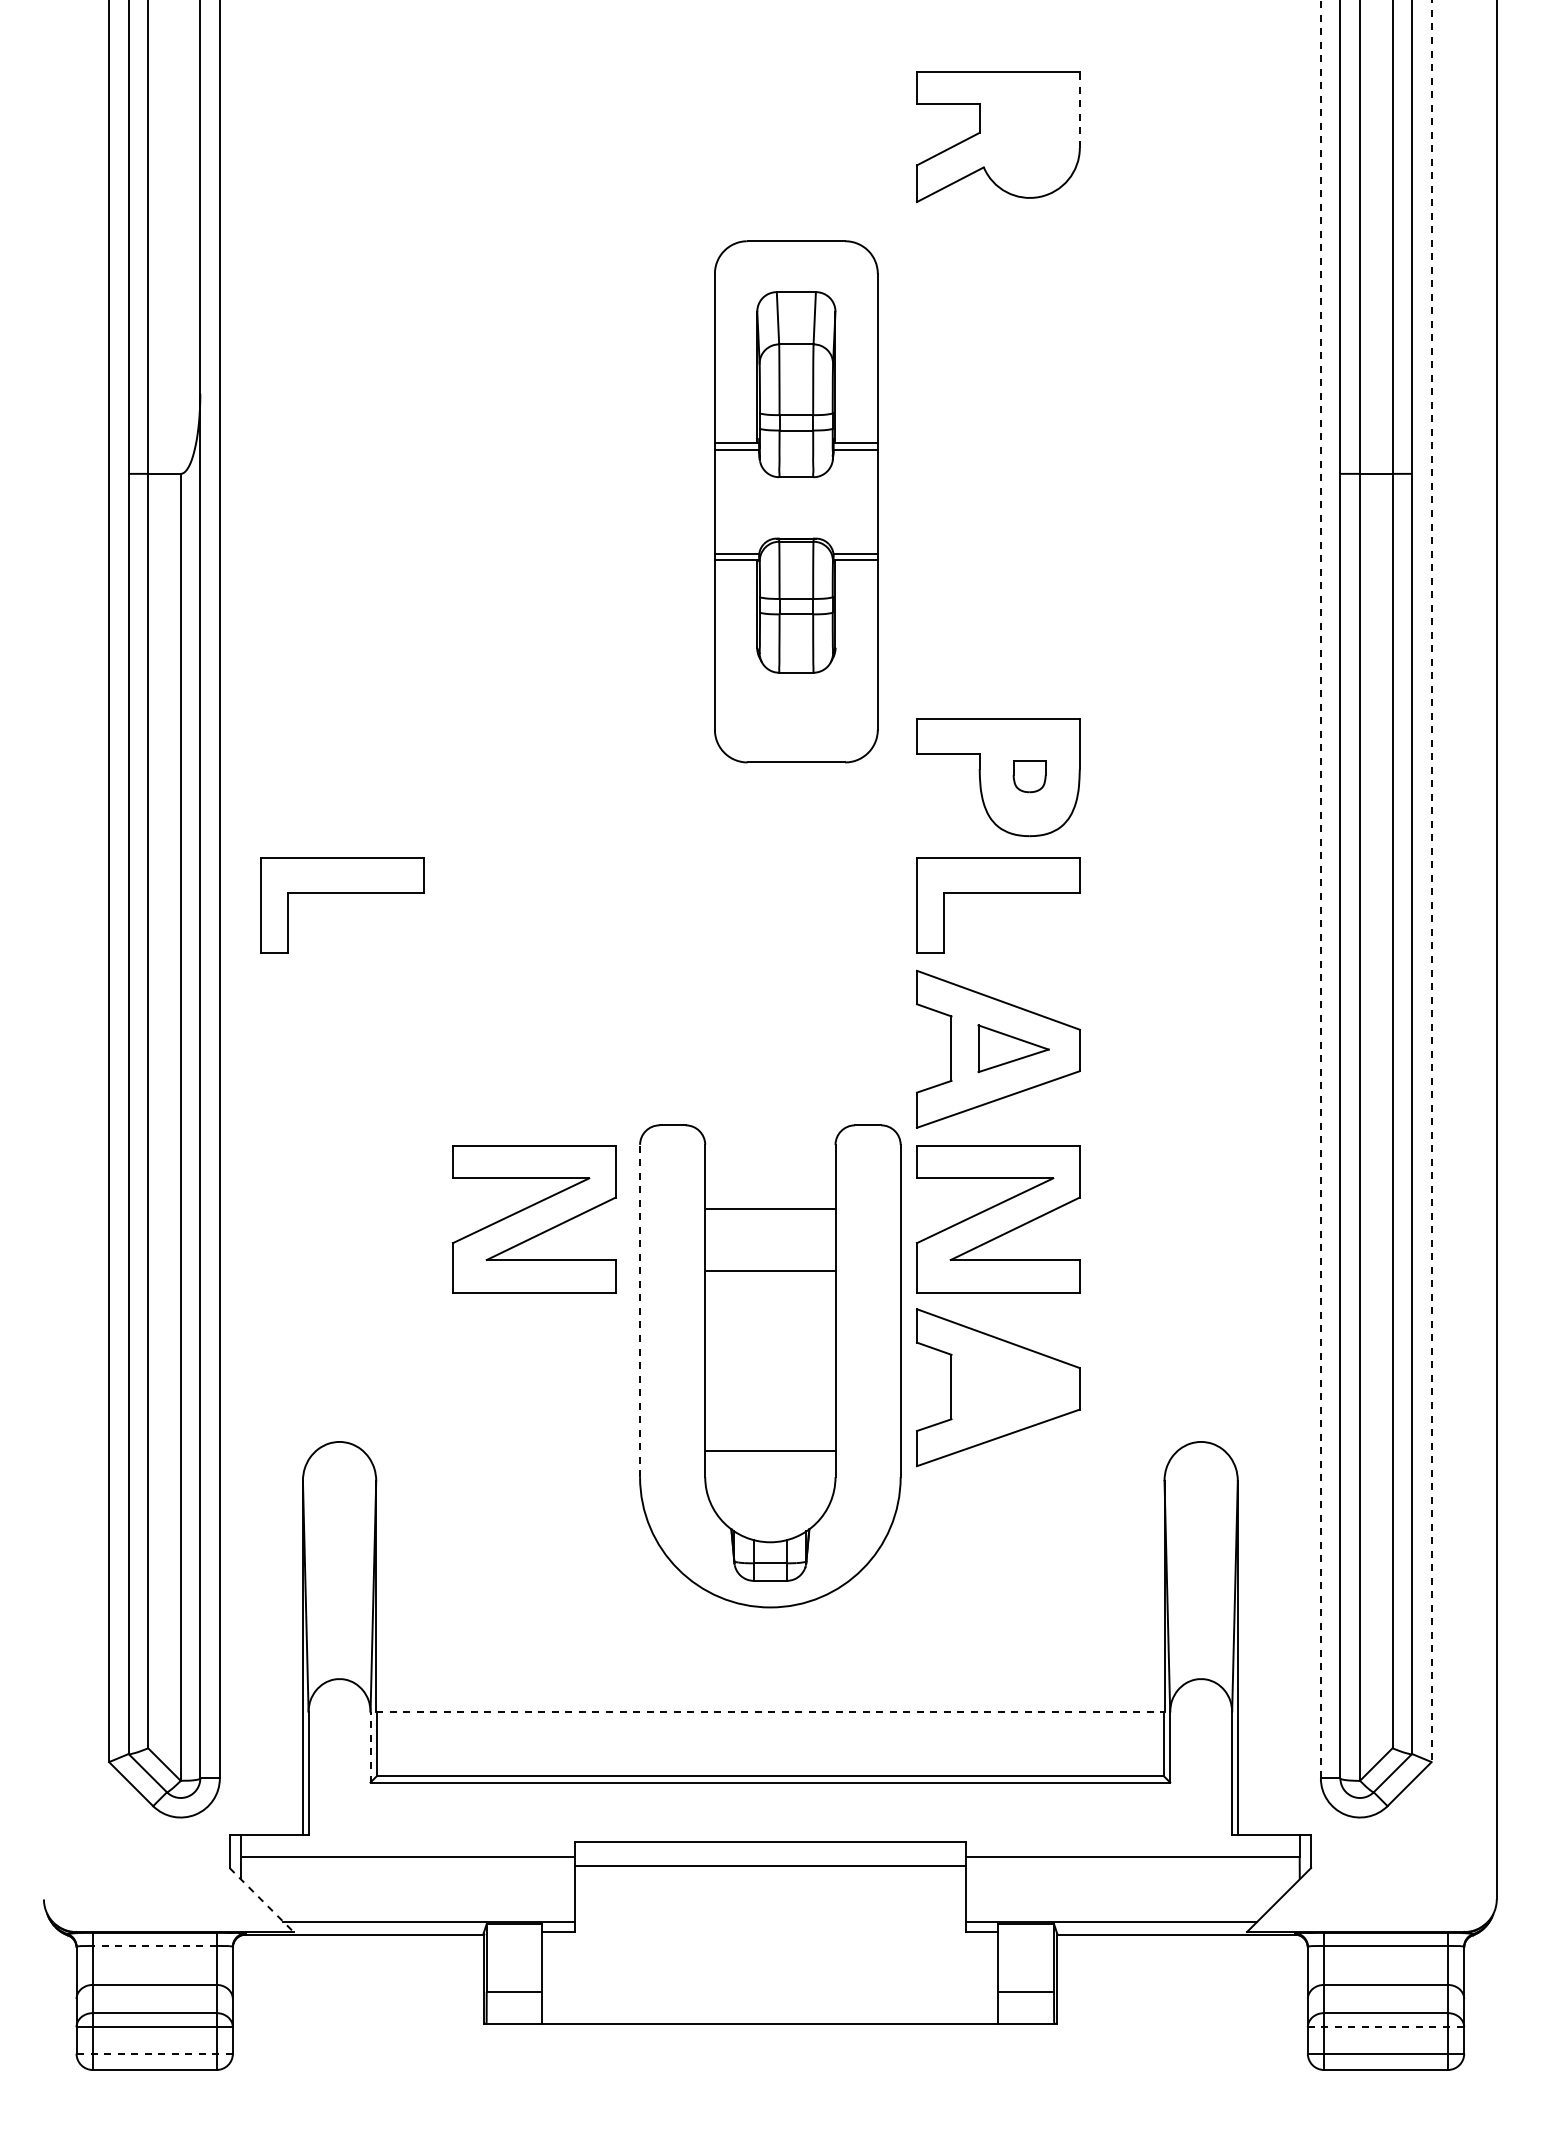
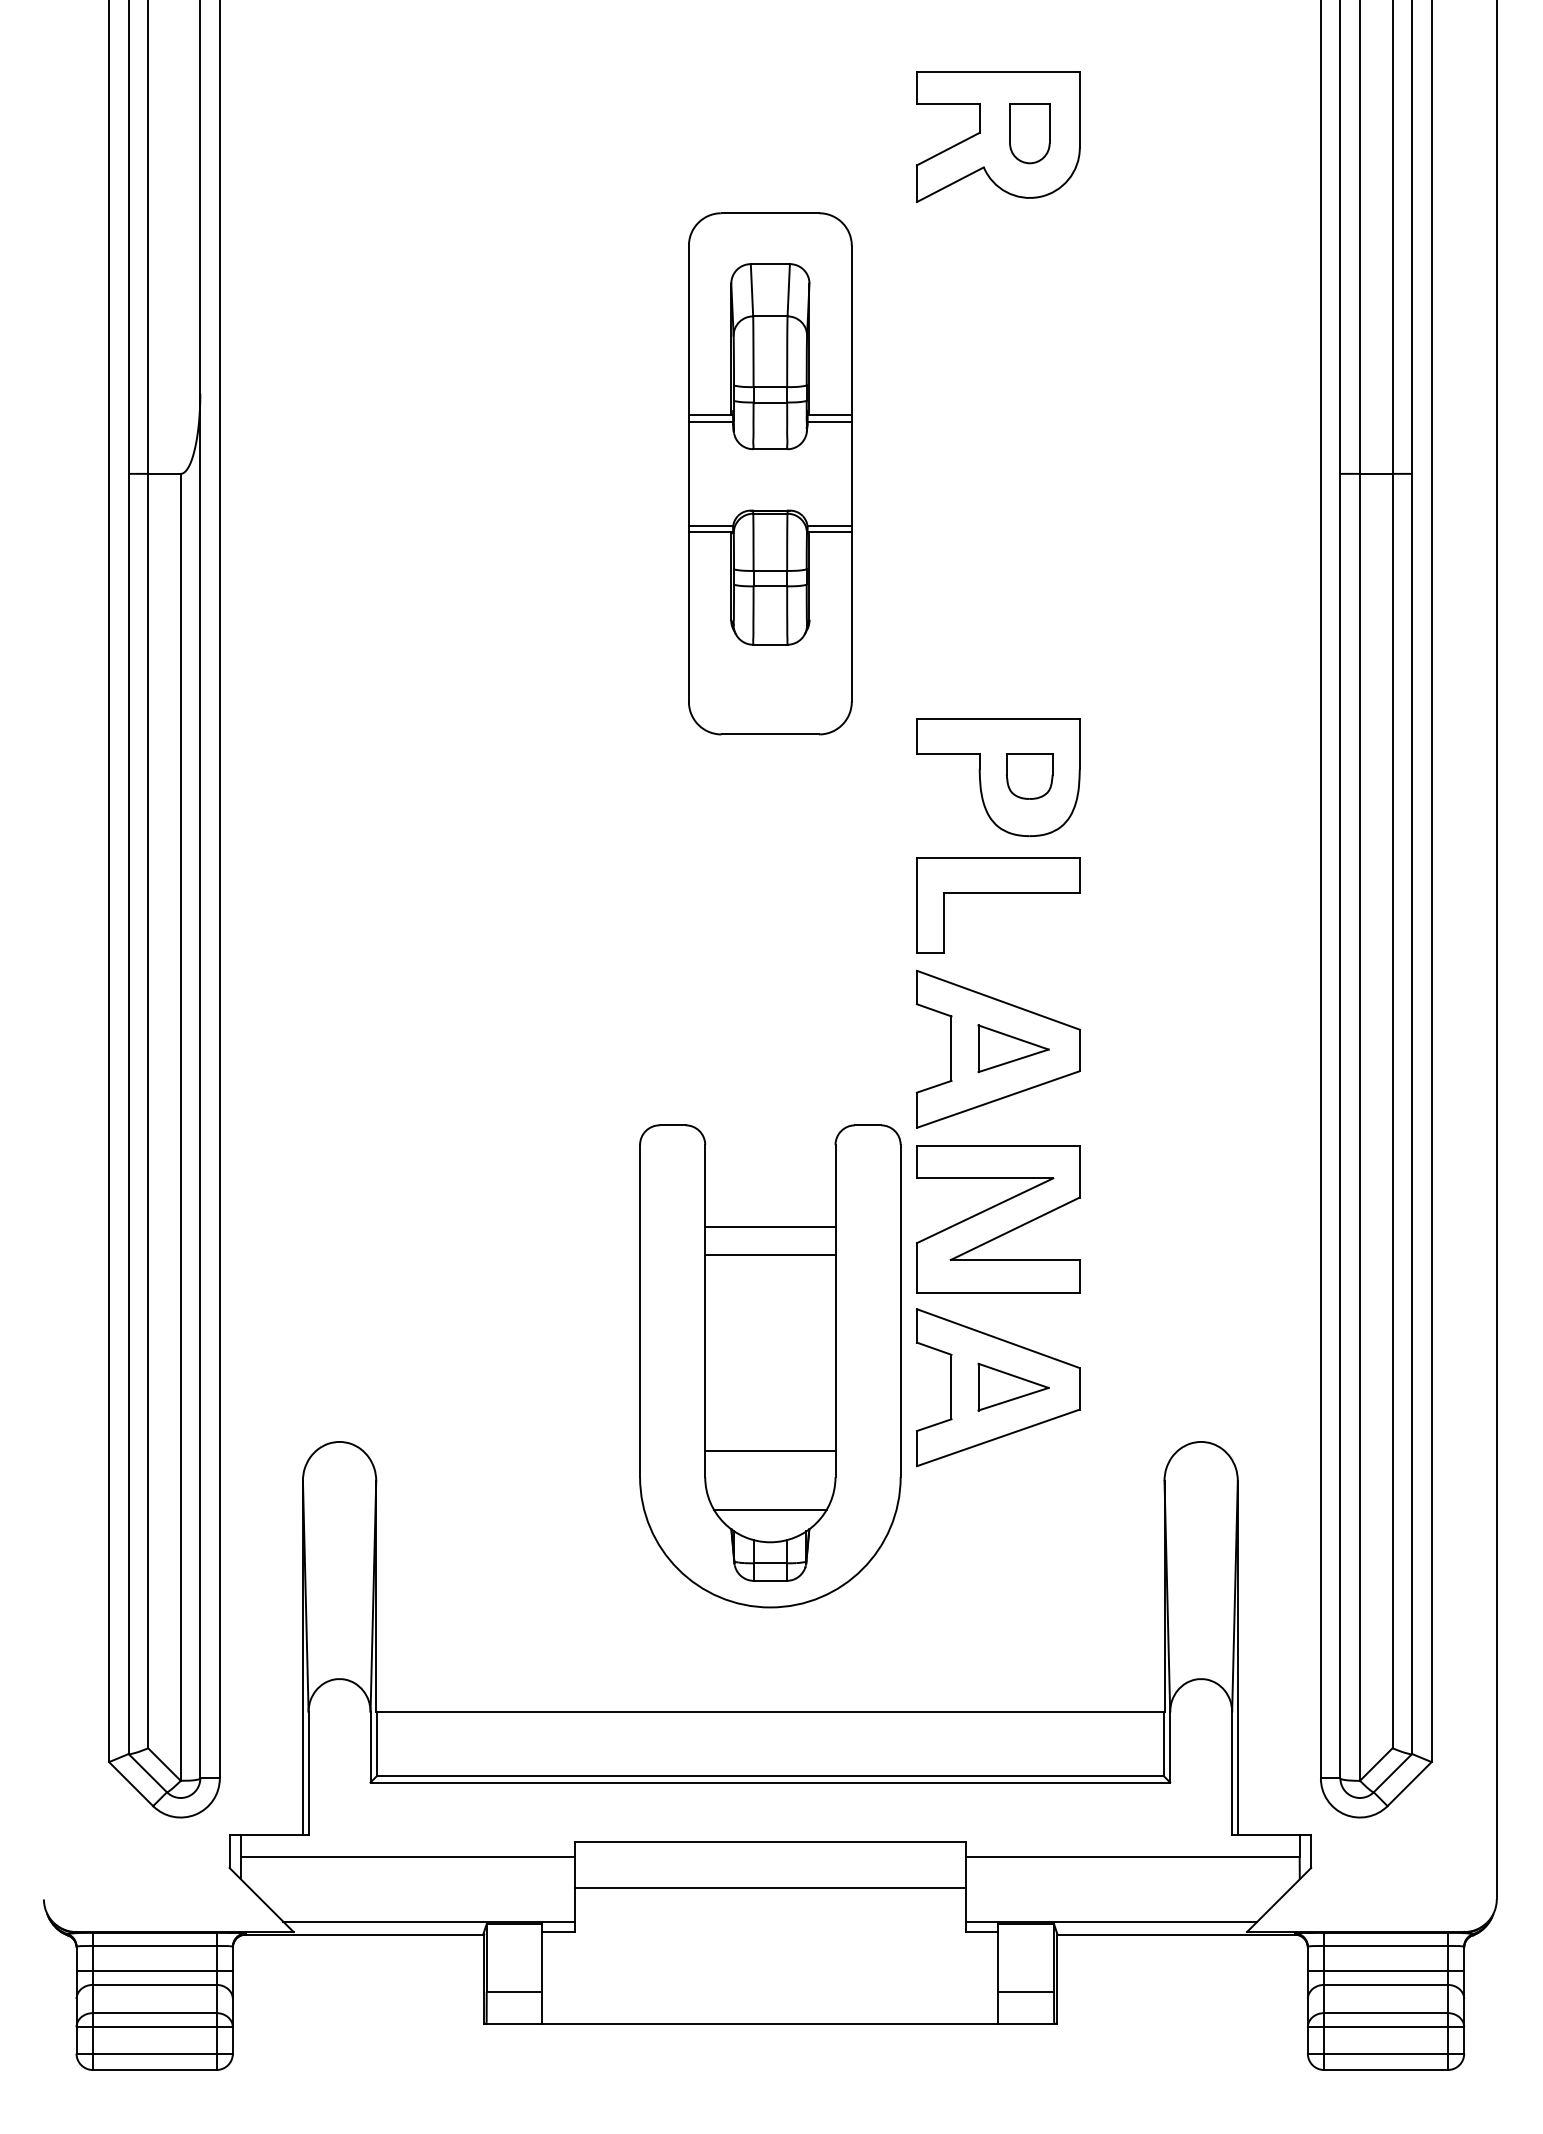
line at (1079, 109): dashed -> solid
part at (1029, 133): none -> present
part at (796, 501) position: (796, 501) -> (770, 473)
part at (1029, 776) size: 35x34 px -> 49x47 px
line at (1431, 881): dashed -> solid
line at (1320, 889): dashed -> solid
part at (342, 893): present -> none
line at (770, 1209) position: (770, 1209) -> (770, 1227)
part at (534, 1219): present -> none
line at (770, 1270) position: (770, 1270) -> (770, 1254)
line at (640, 1310): dashed -> solid
part at (1013, 1386): none -> present
line at (769, 1509): none -> present
line at (770, 1711): dashed -> solid
line at (370, 1746): dashed -> solid
line at (769, 1865) position: (769, 1865) -> (769, 1887)
line at (261, 1900): dashed -> solid
line at (154, 1945): dashed -> solid
line at (154, 1970): none -> present
line at (1385, 1970): none -> present
line at (1386, 2027): dashed -> solid
line at (154, 2053): dashed -> solid
